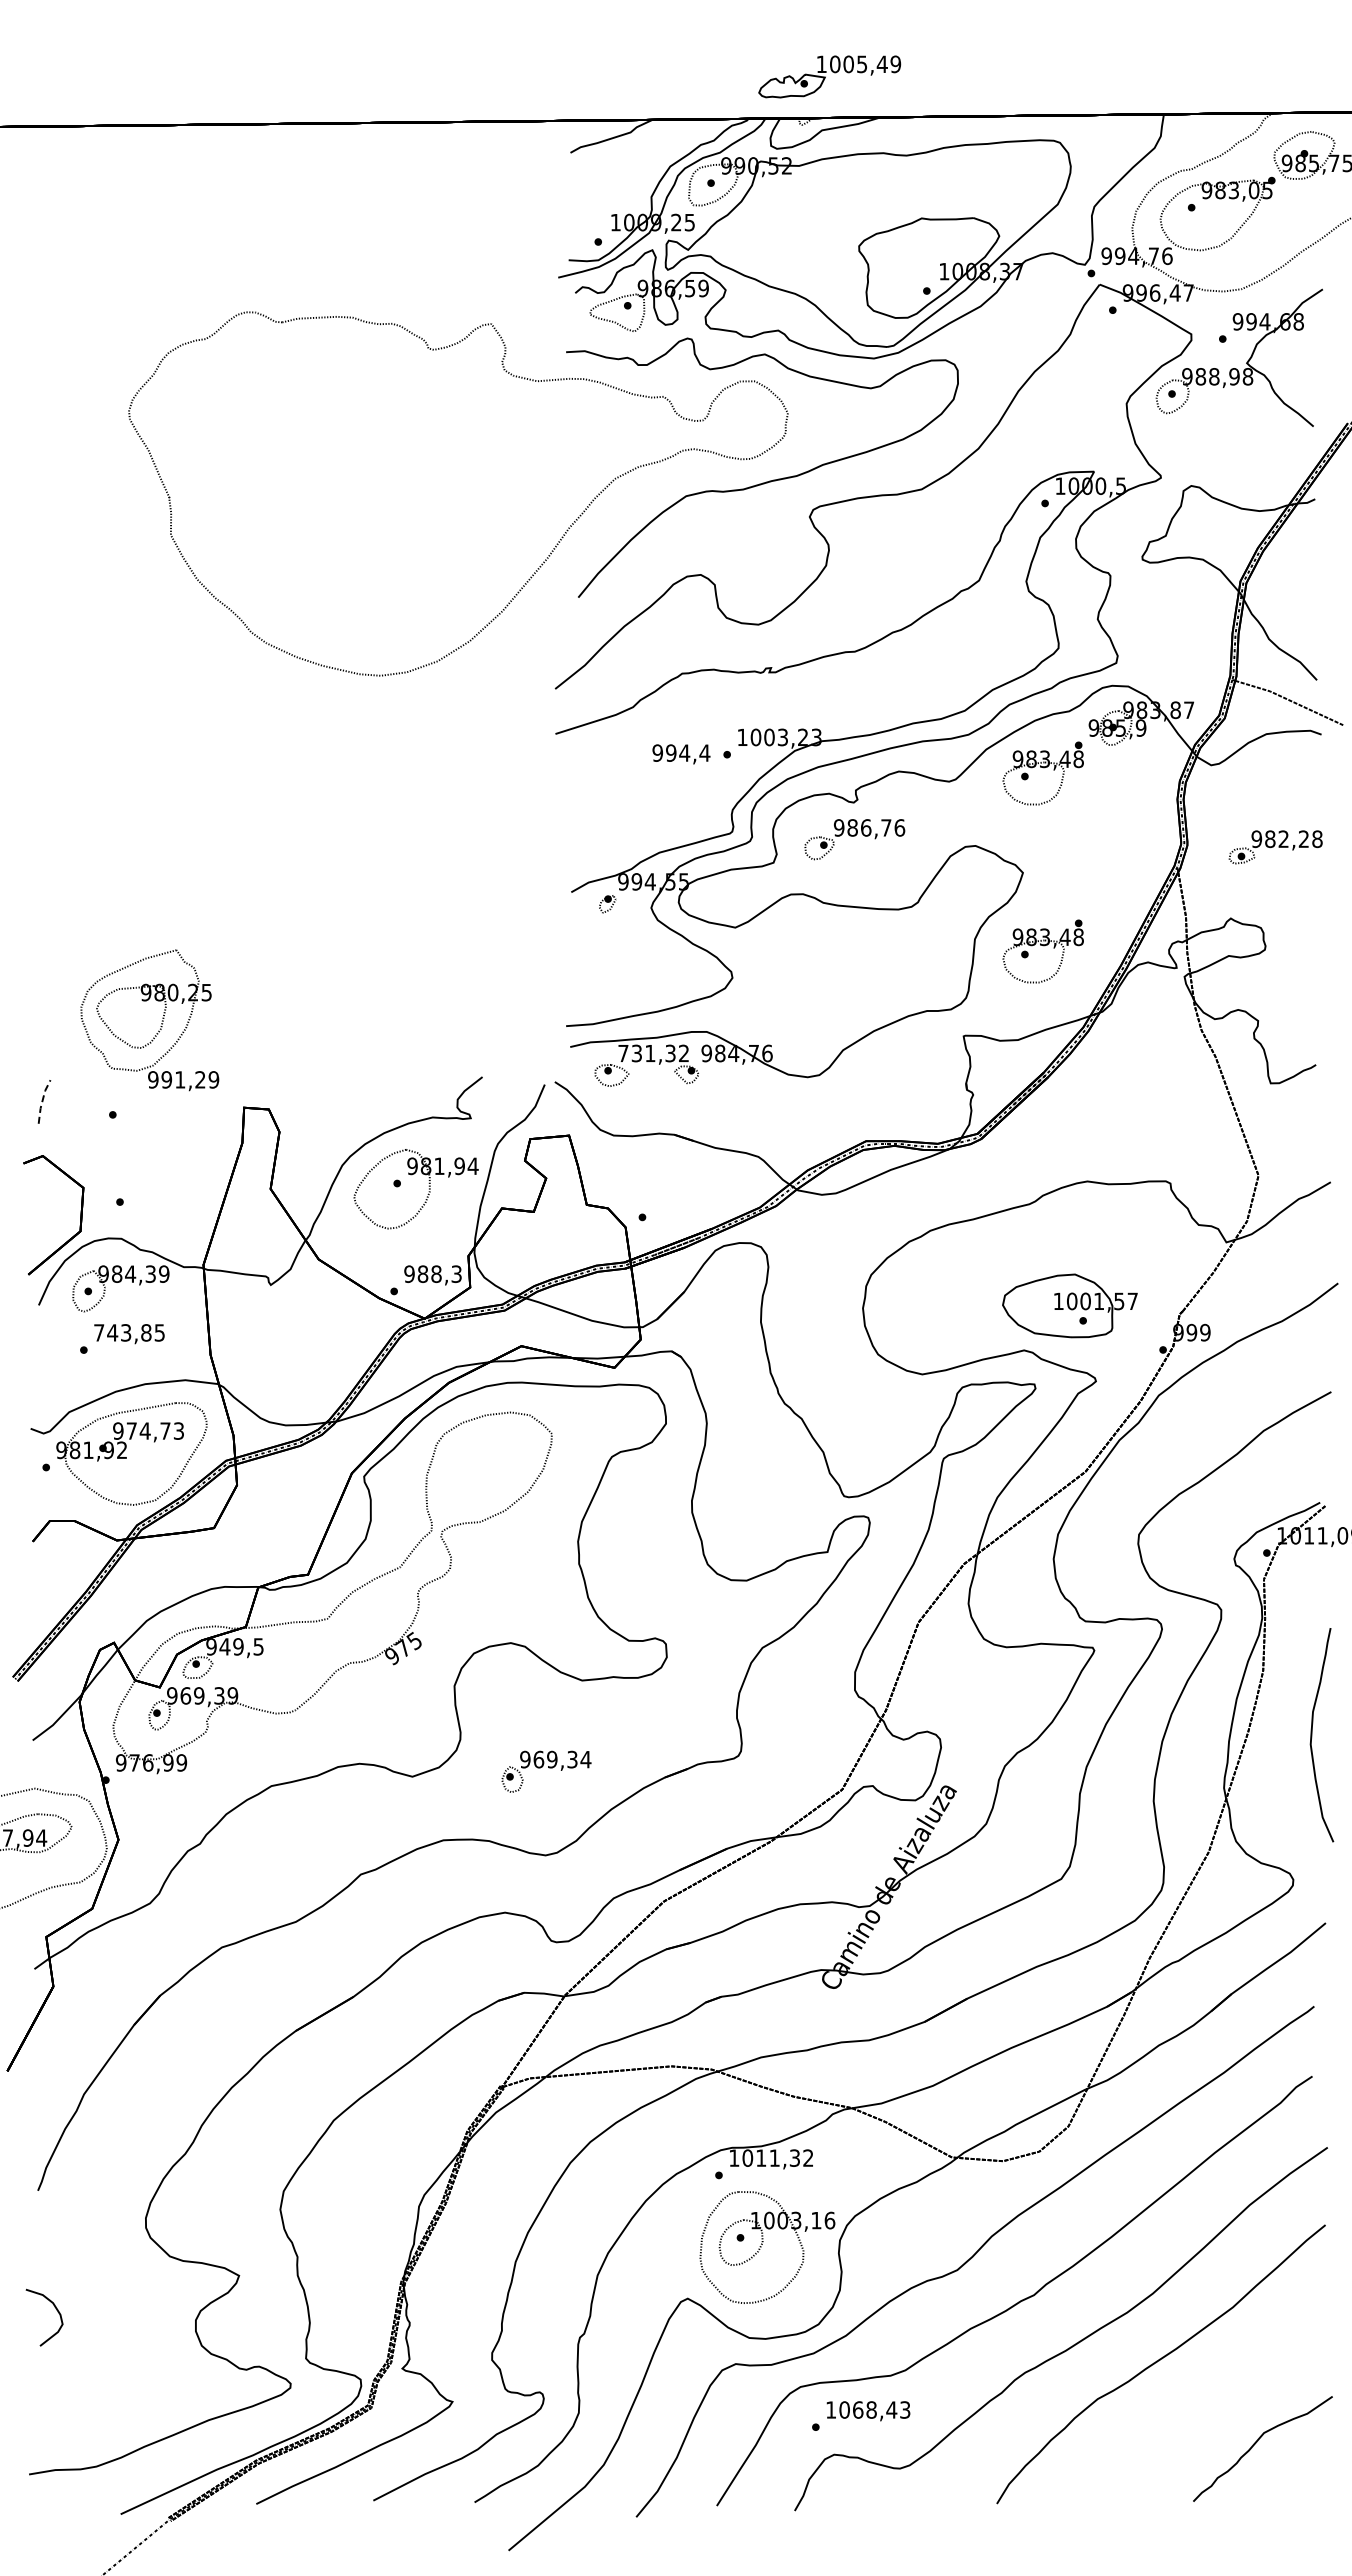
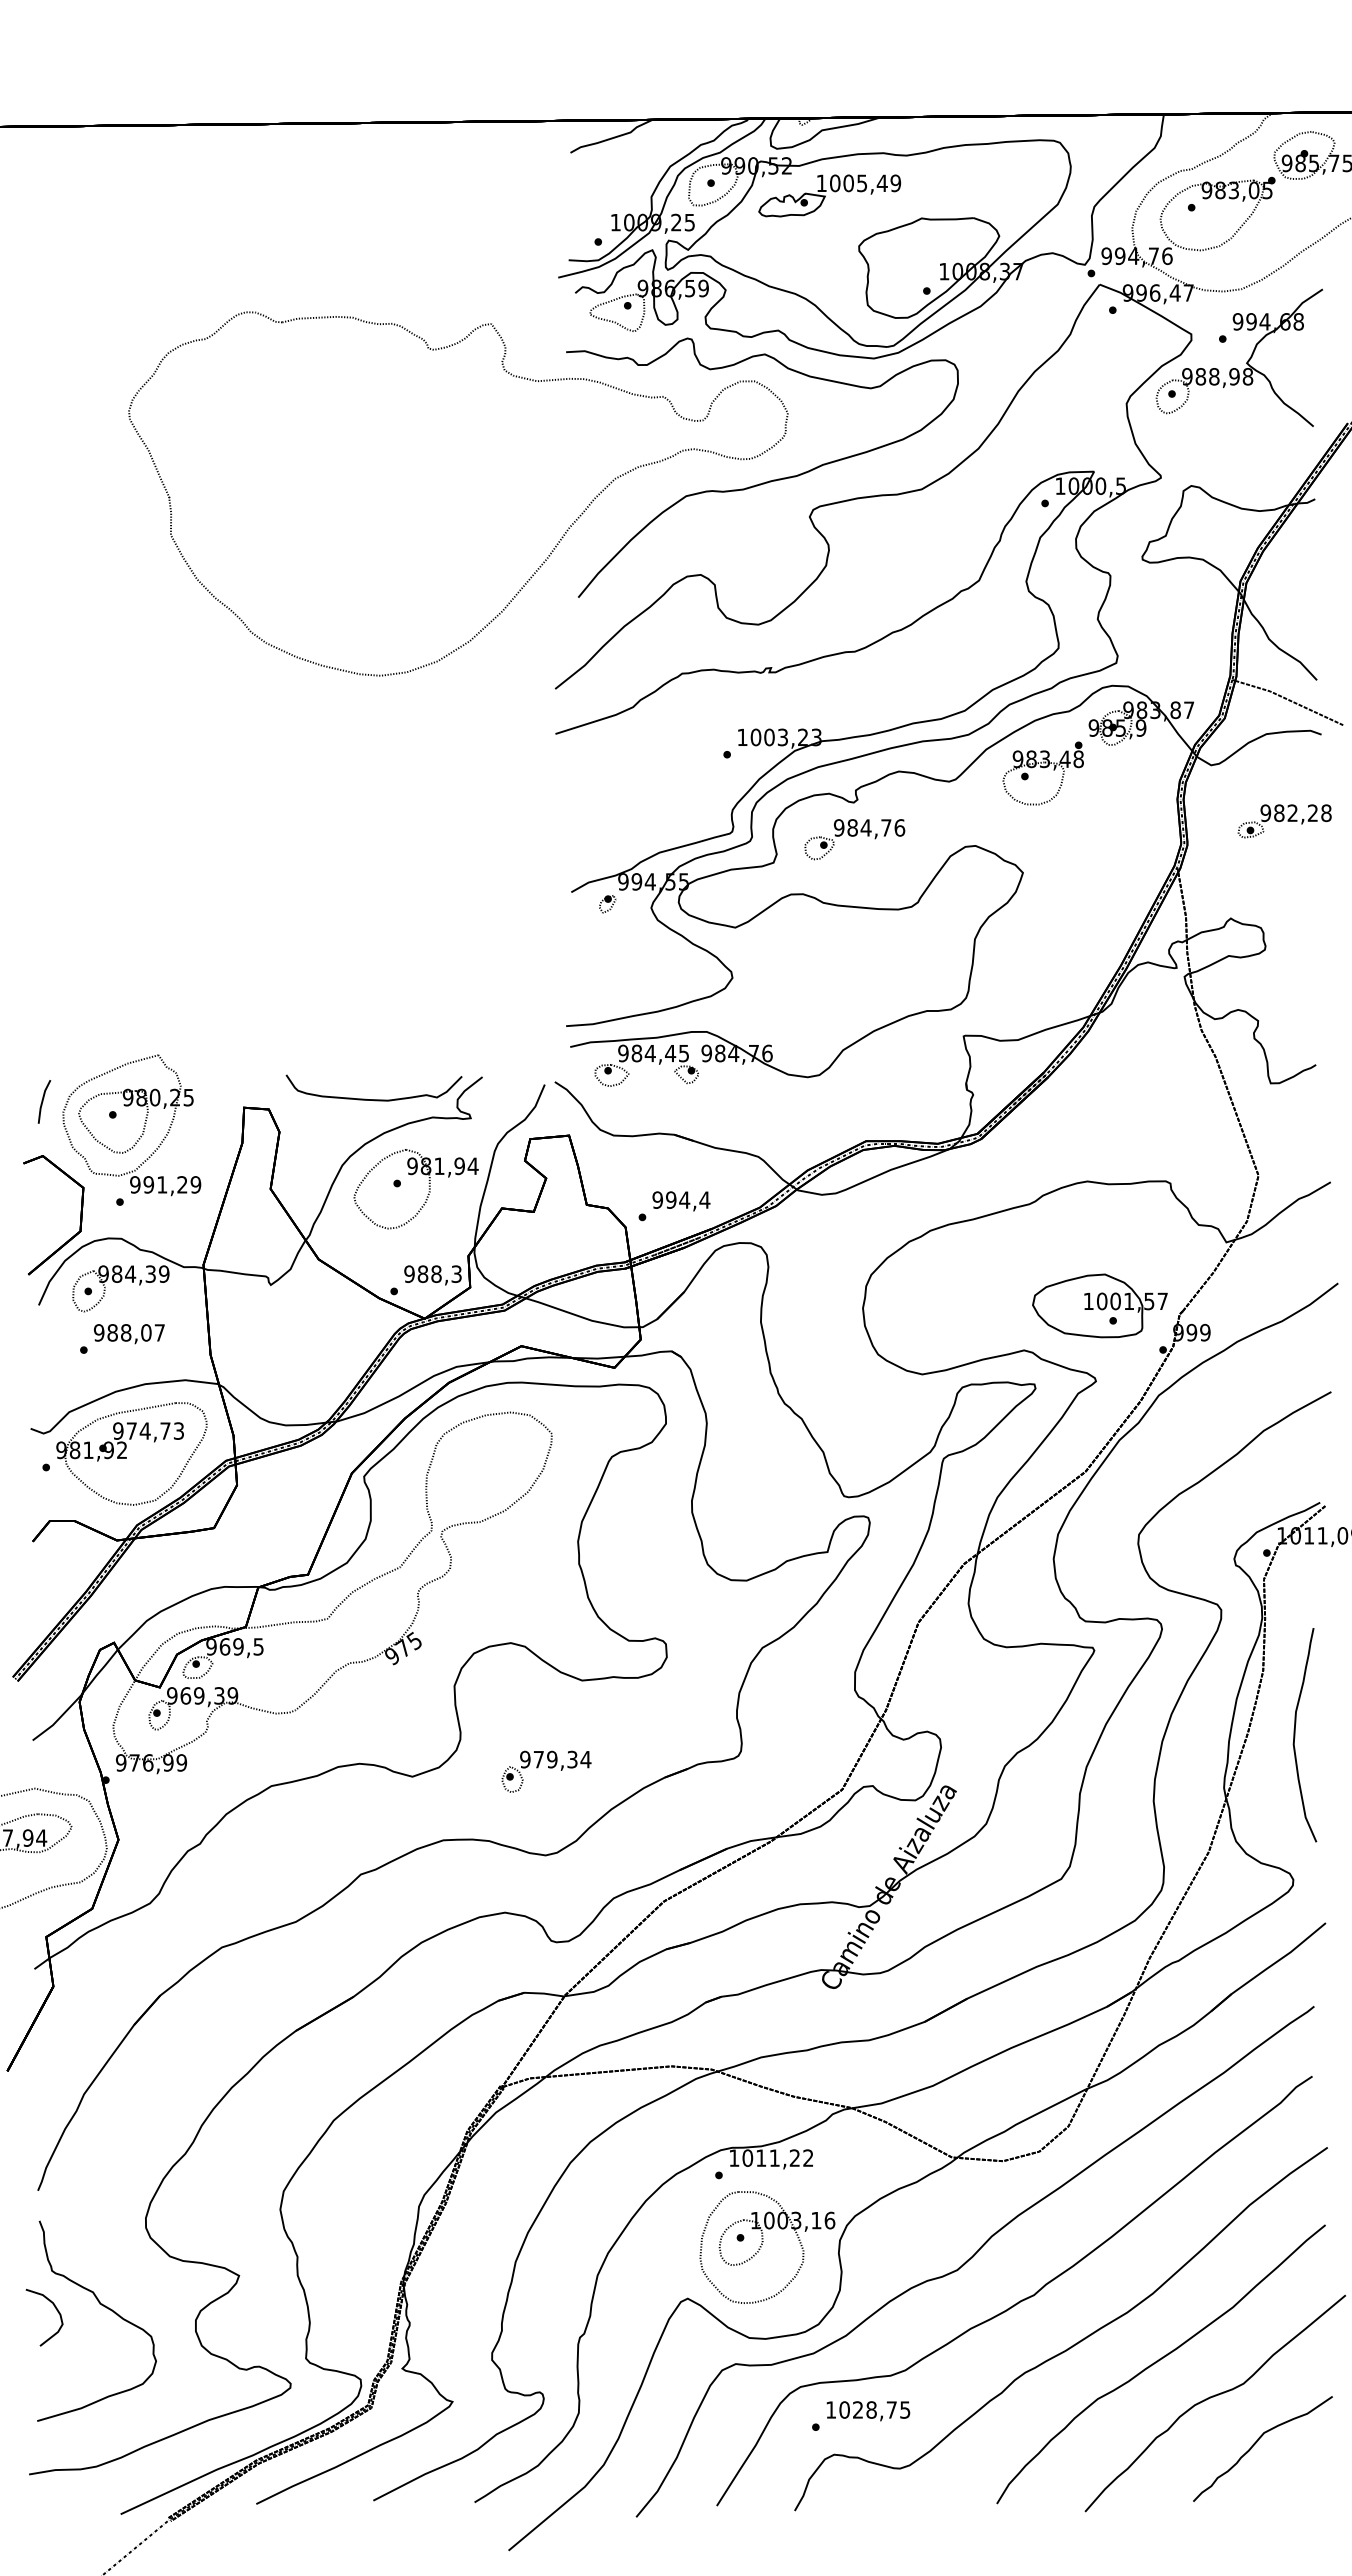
part at (829, 76) position: (829, 76) -> (829, 195)
text at (681, 754) position: (681, 754) -> (681, 1201)
text at (865, 827): 986,76 -> 984,76
part at (1275, 847) position: (1275, 847) -> (1284, 821)
part at (1042, 951): present -> none
part at (161, 1023) position: (161, 1023) -> (143, 1128)
text at (653, 1053): 731,32 -> 984,45
curve at (373, 1099): none -> present
line at (42, 1100): dashed -> solid
part at (1069, 1305) position: (1069, 1305) -> (1099, 1305)
text at (128, 1332): 743,85 -> 988,07
text at (224, 1646): 949,5 -> 969,5
curve at (1312, 1735) position: (1312, 1735) -> (1295, 1735)
text at (538, 1759): 969,34 -> 979,34
text at (794, 2157): 1011,32 -> 1011,22
curve at (104, 2307): none -> present
curve at (1213, 2397): none -> present
text at (881, 2409): 1068,43 -> 1028,75
